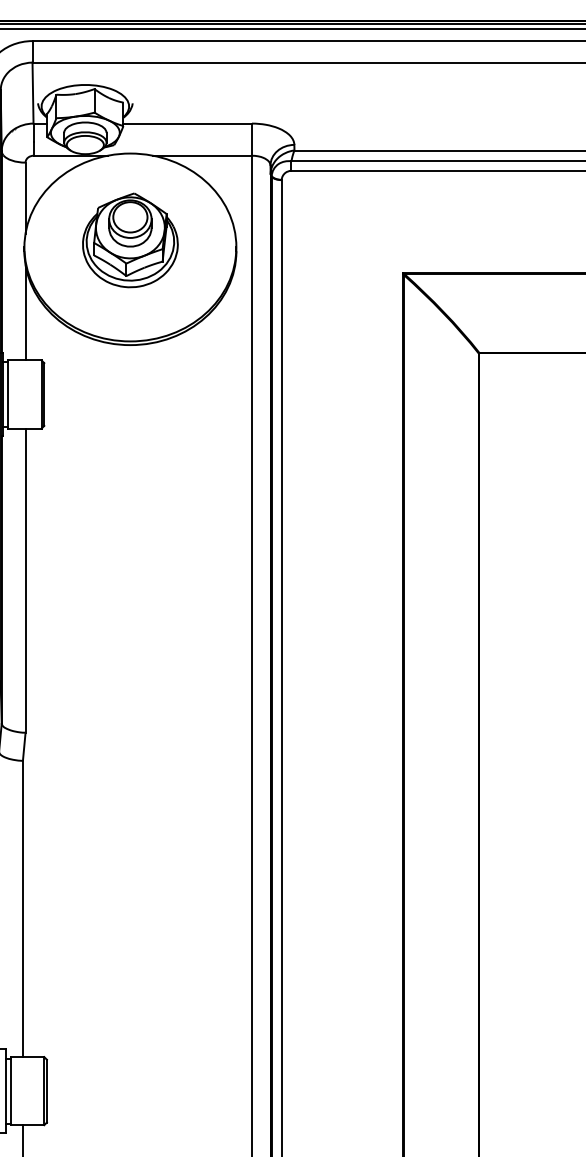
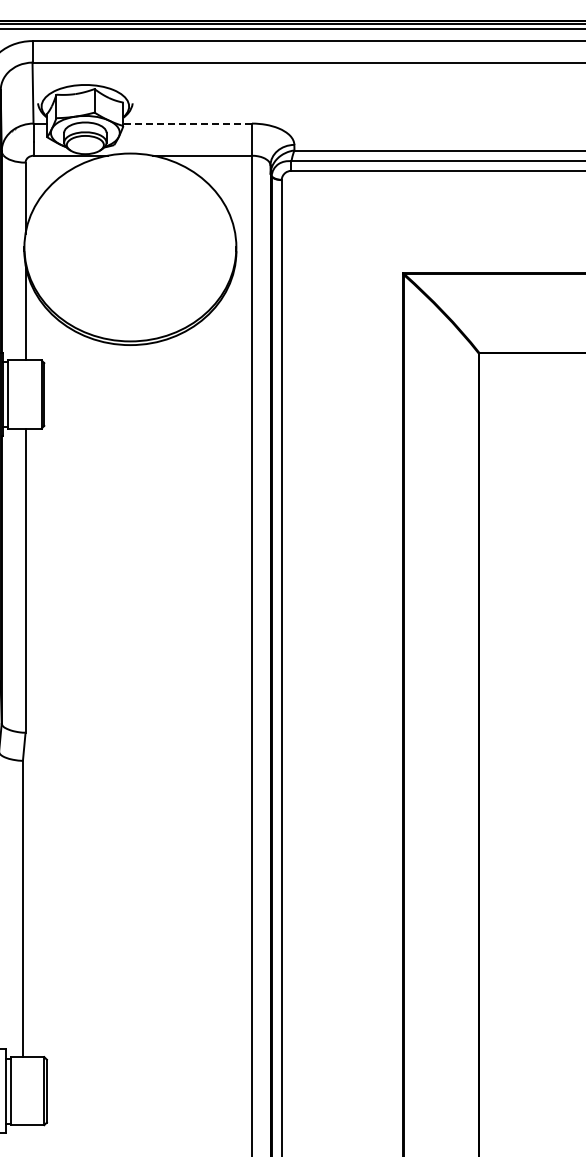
line at (187, 123): solid -> dashed
part at (130, 240): present -> none
line at (22, 1139): present -> none
